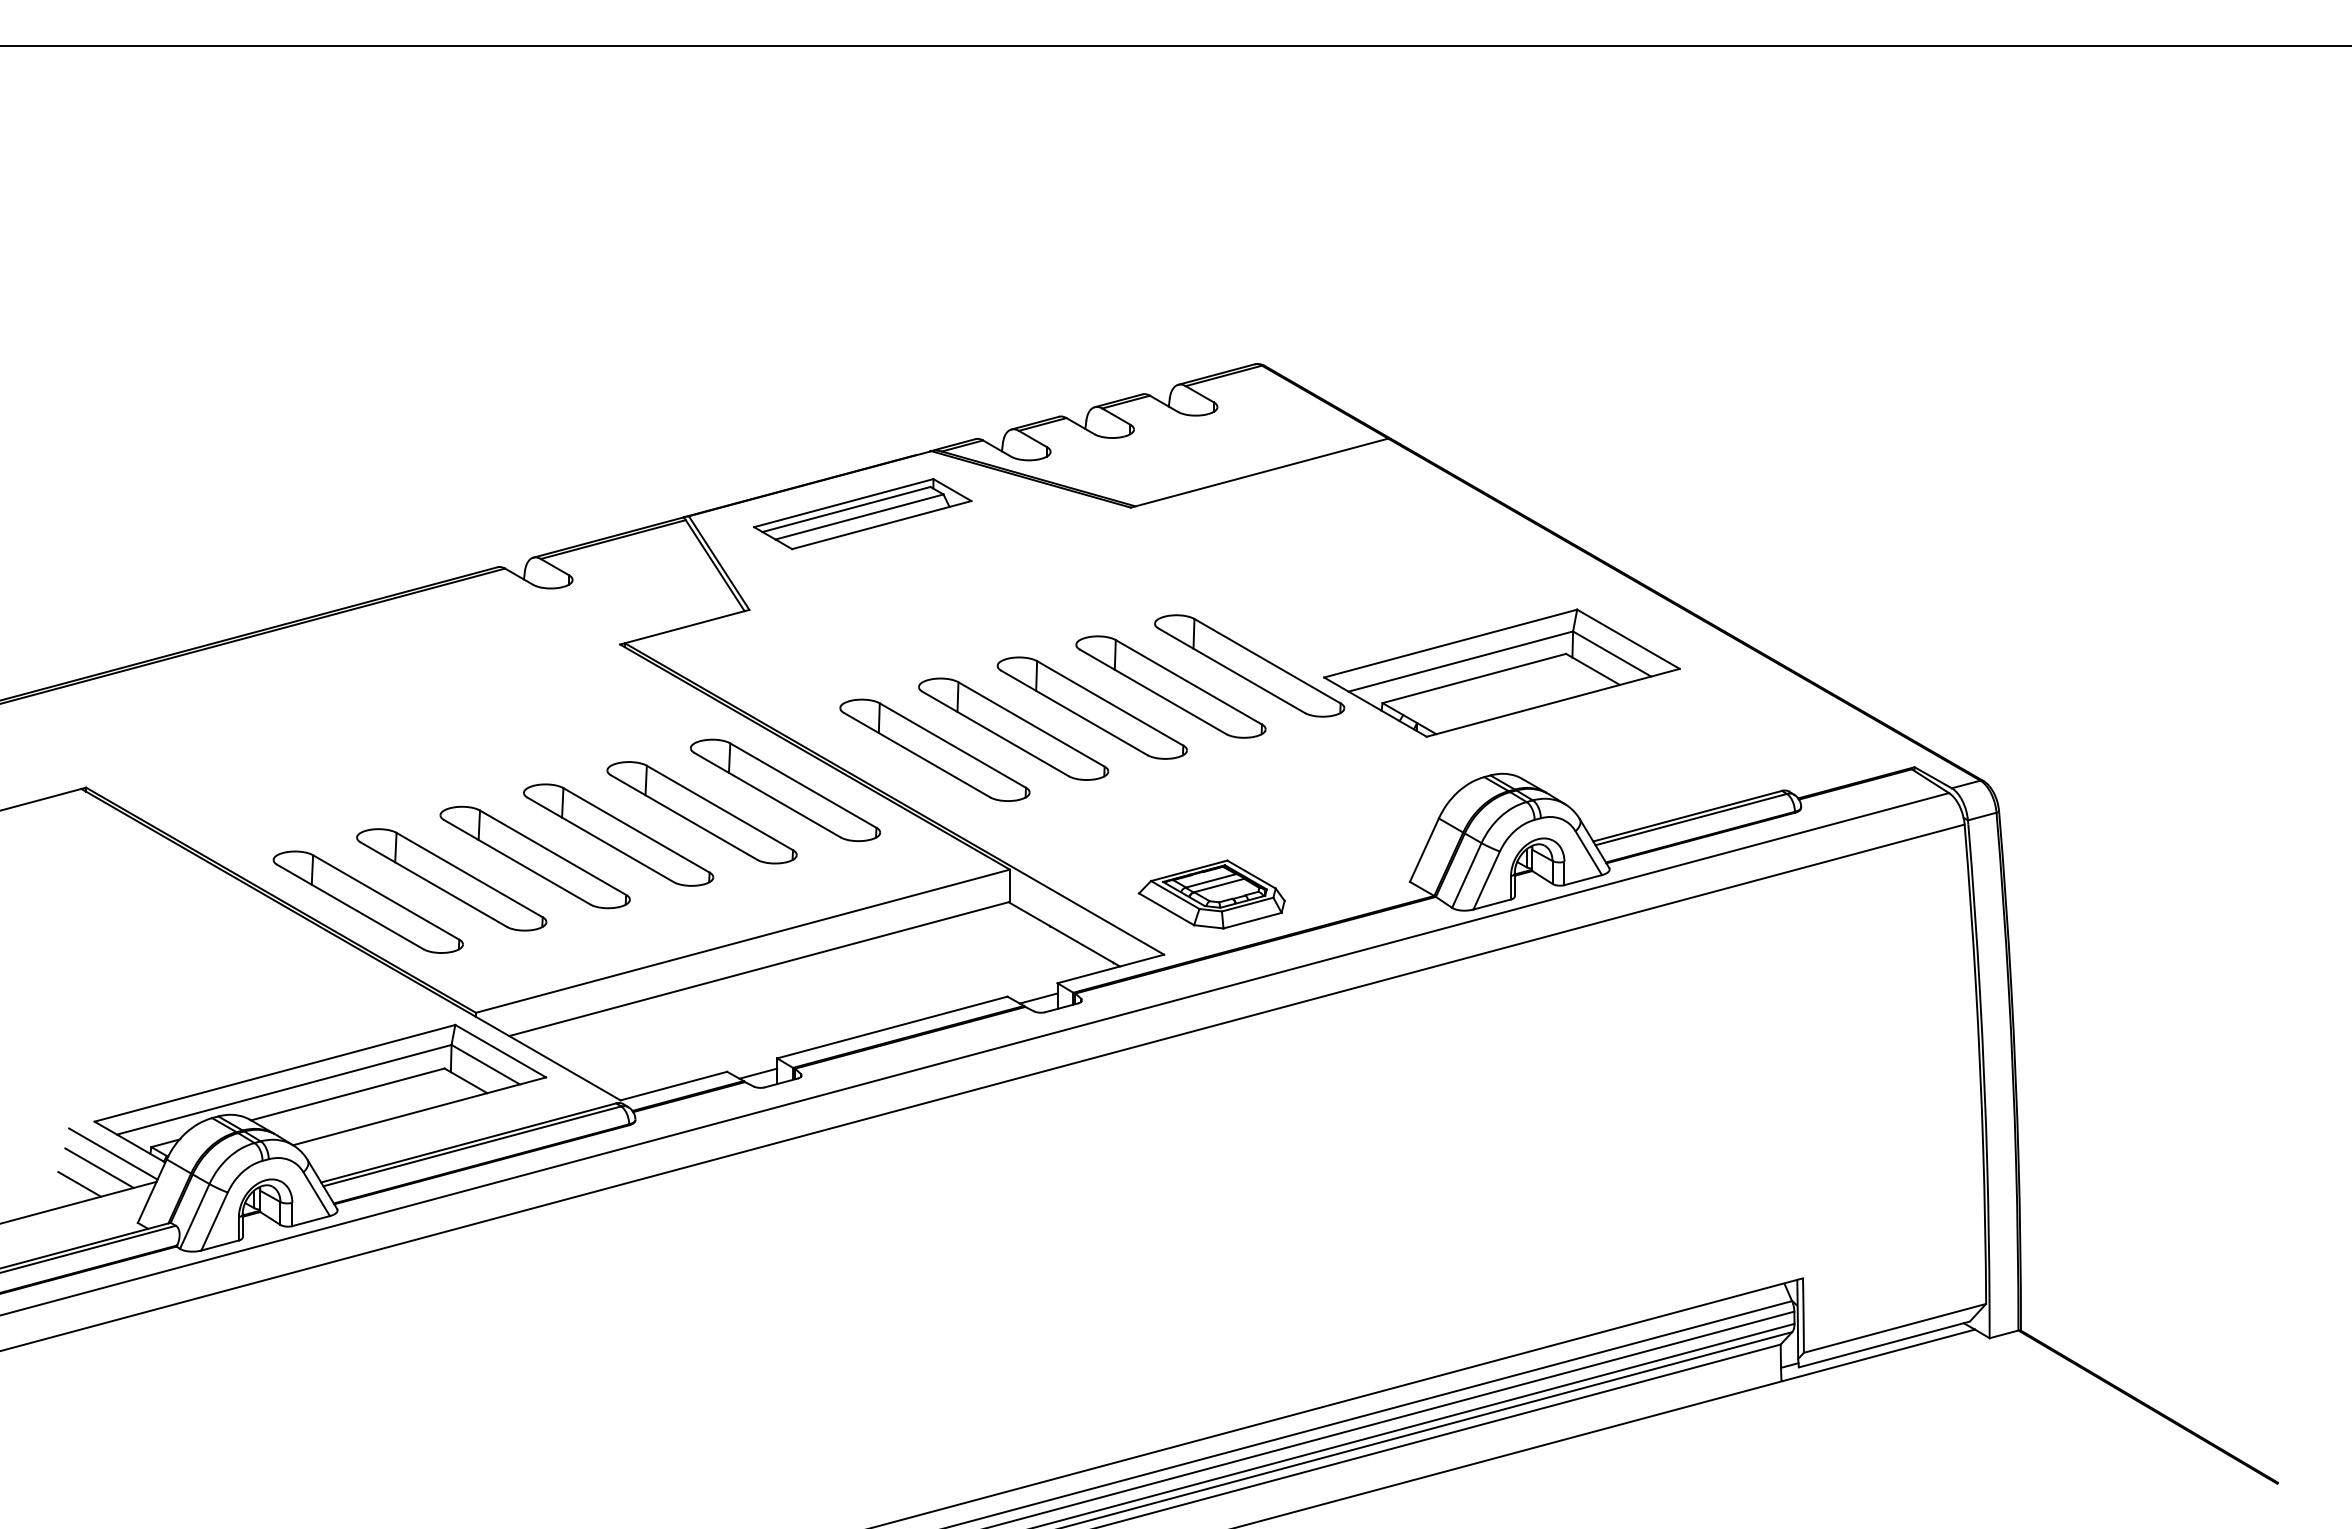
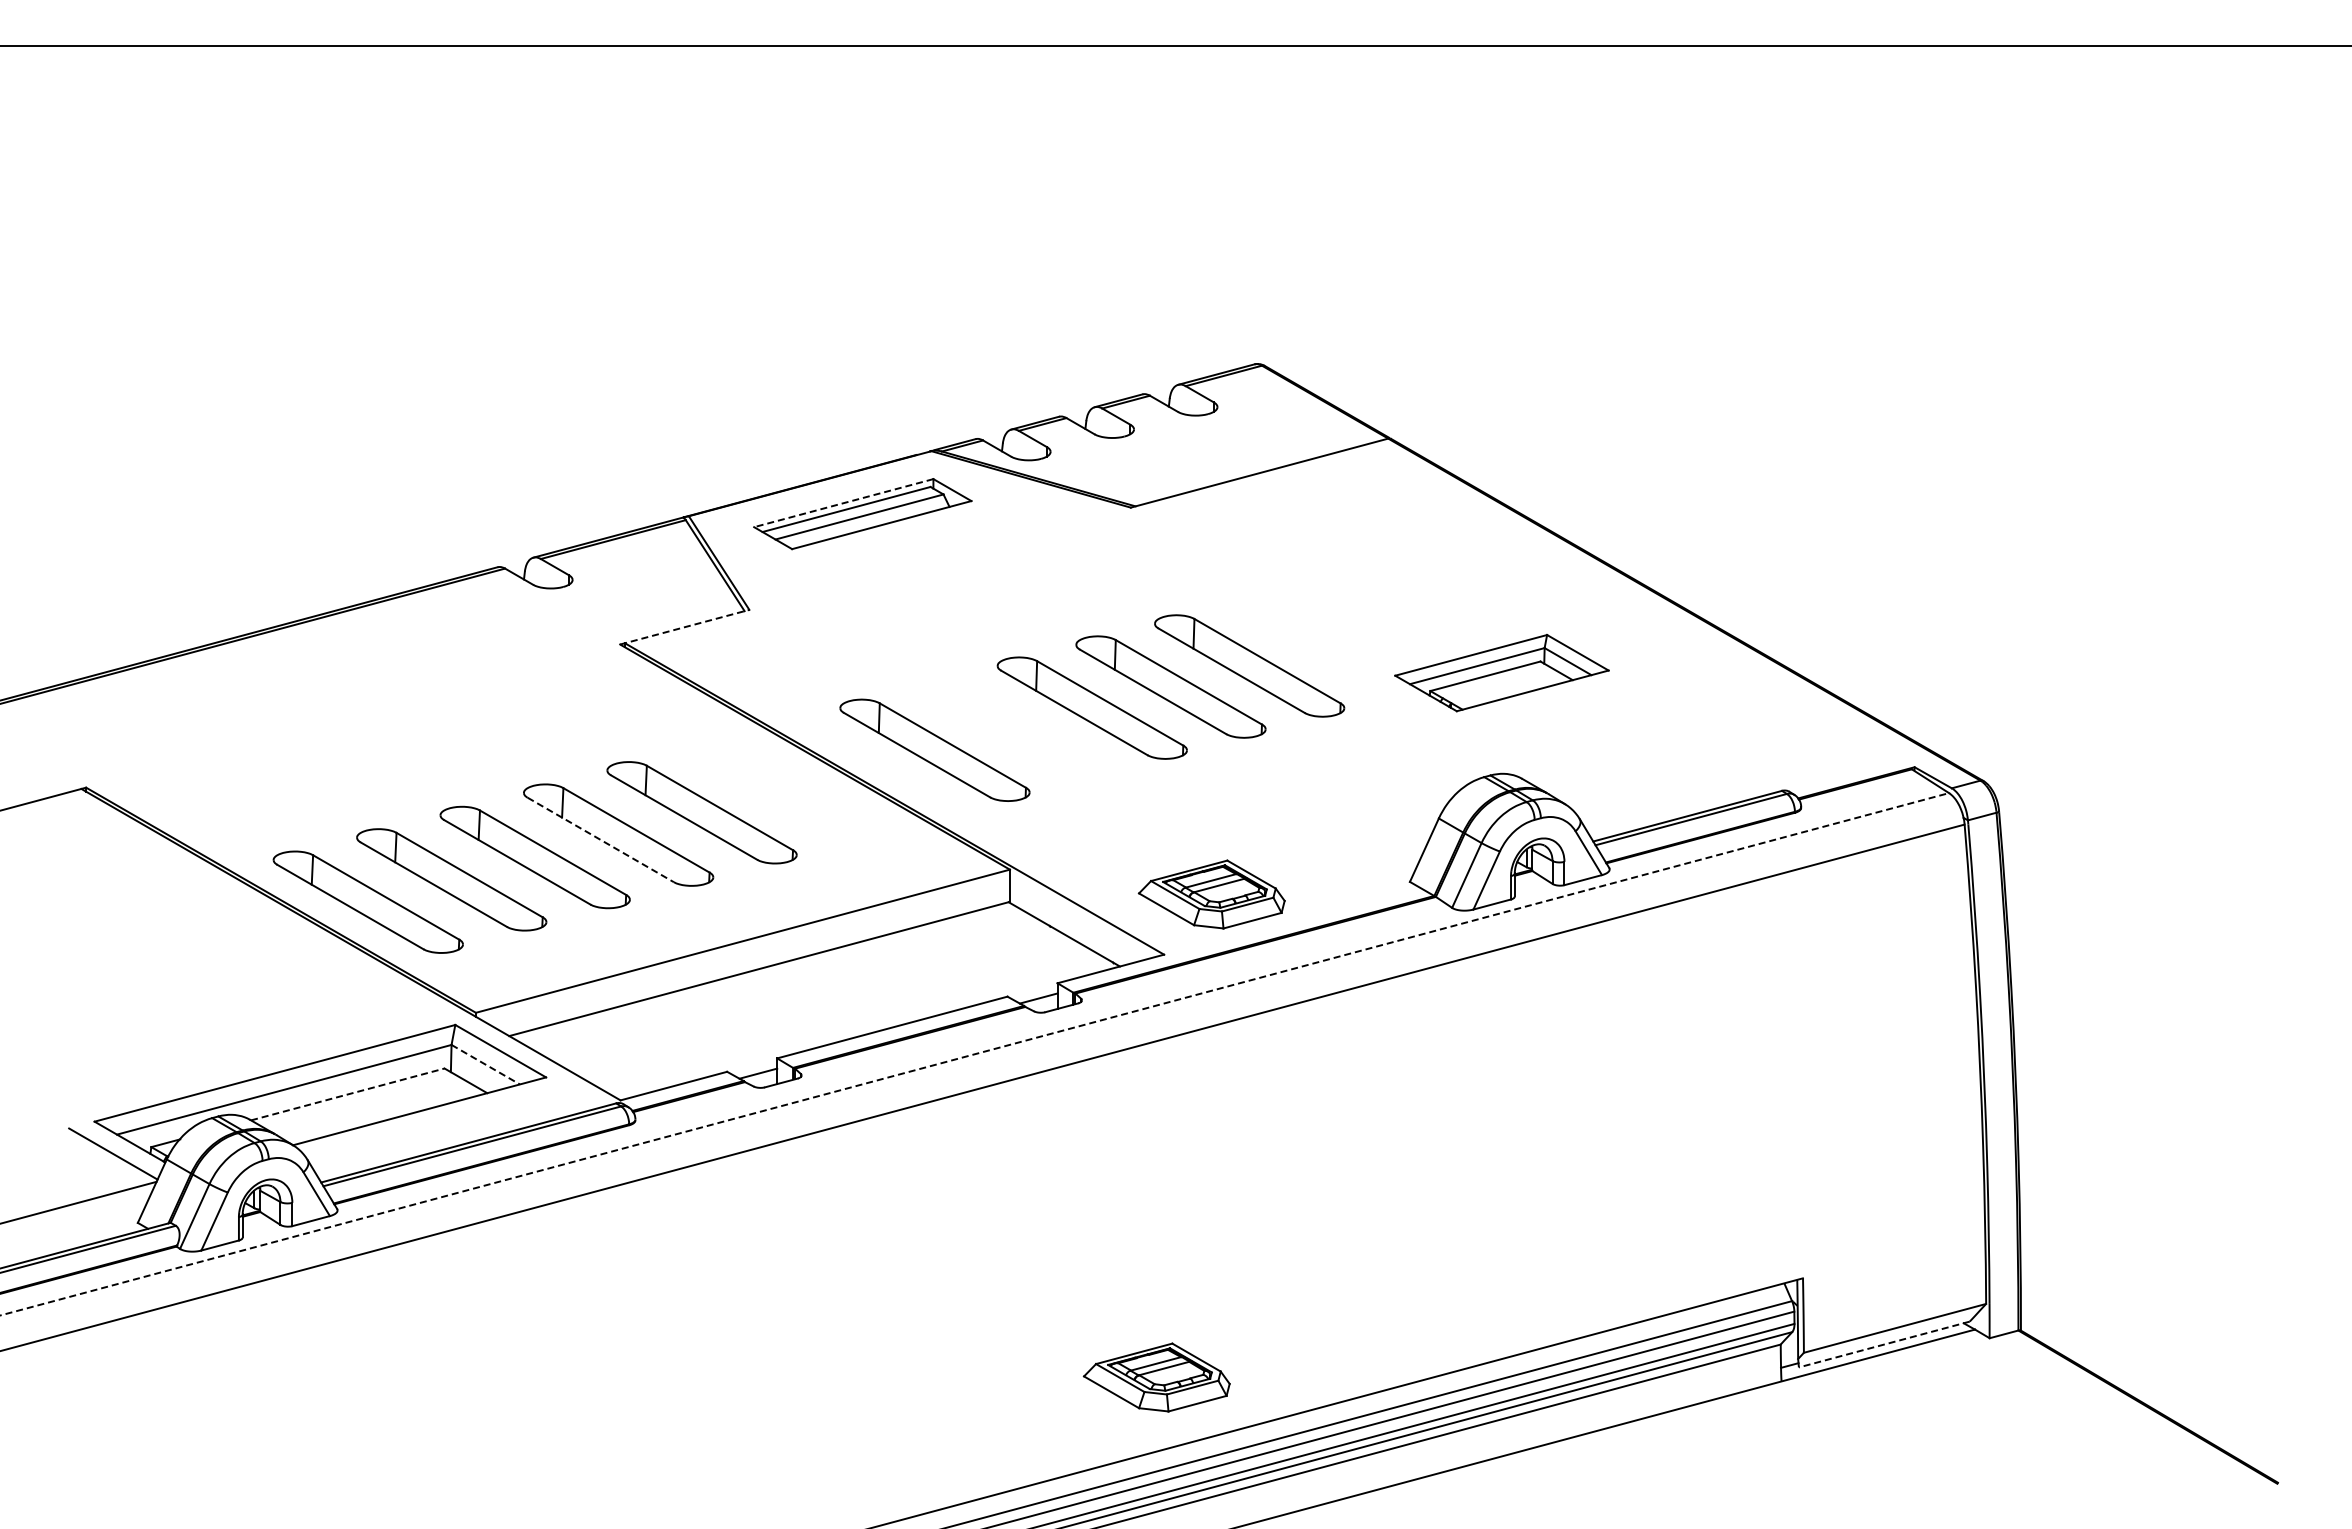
line at (843, 503): solid -> dashed
line at (684, 627): solid -> dashed
part at (1501, 672) size: 358x130 px -> 216x79 px
part at (1013, 728): present -> none
part at (785, 789): present -> none
line at (601, 840): solid -> dashed
line at (974, 1054): solid -> dashed
line at (486, 1064): solid -> dashed
line at (348, 1094): solid -> dashed
line at (99, 1167): present -> none
line at (79, 1184): present -> none
line at (1883, 1344): solid -> dashed
part at (1156, 1377): none -> present
